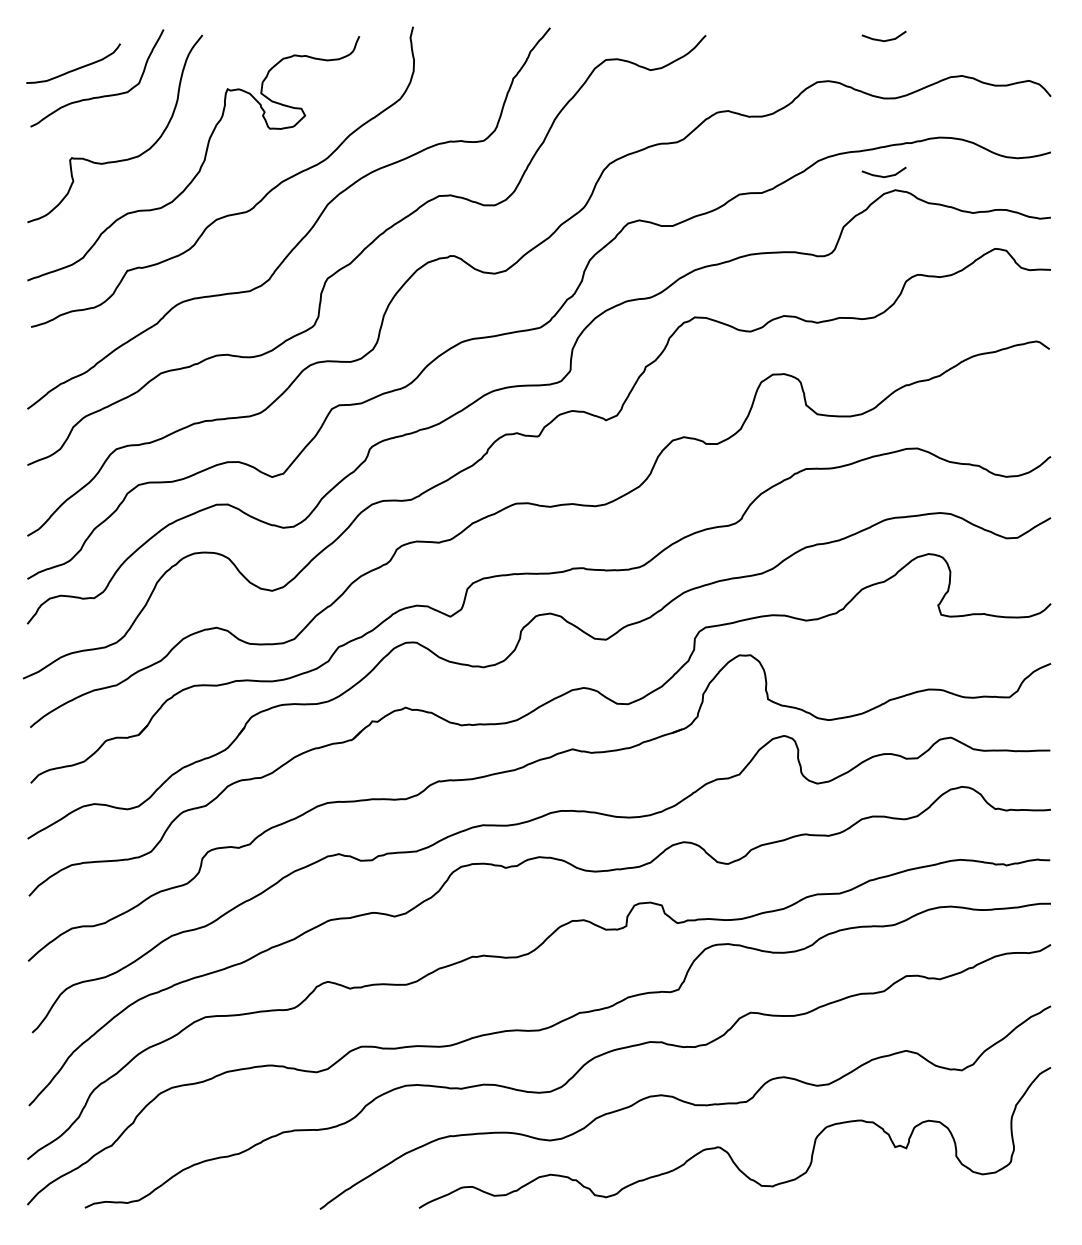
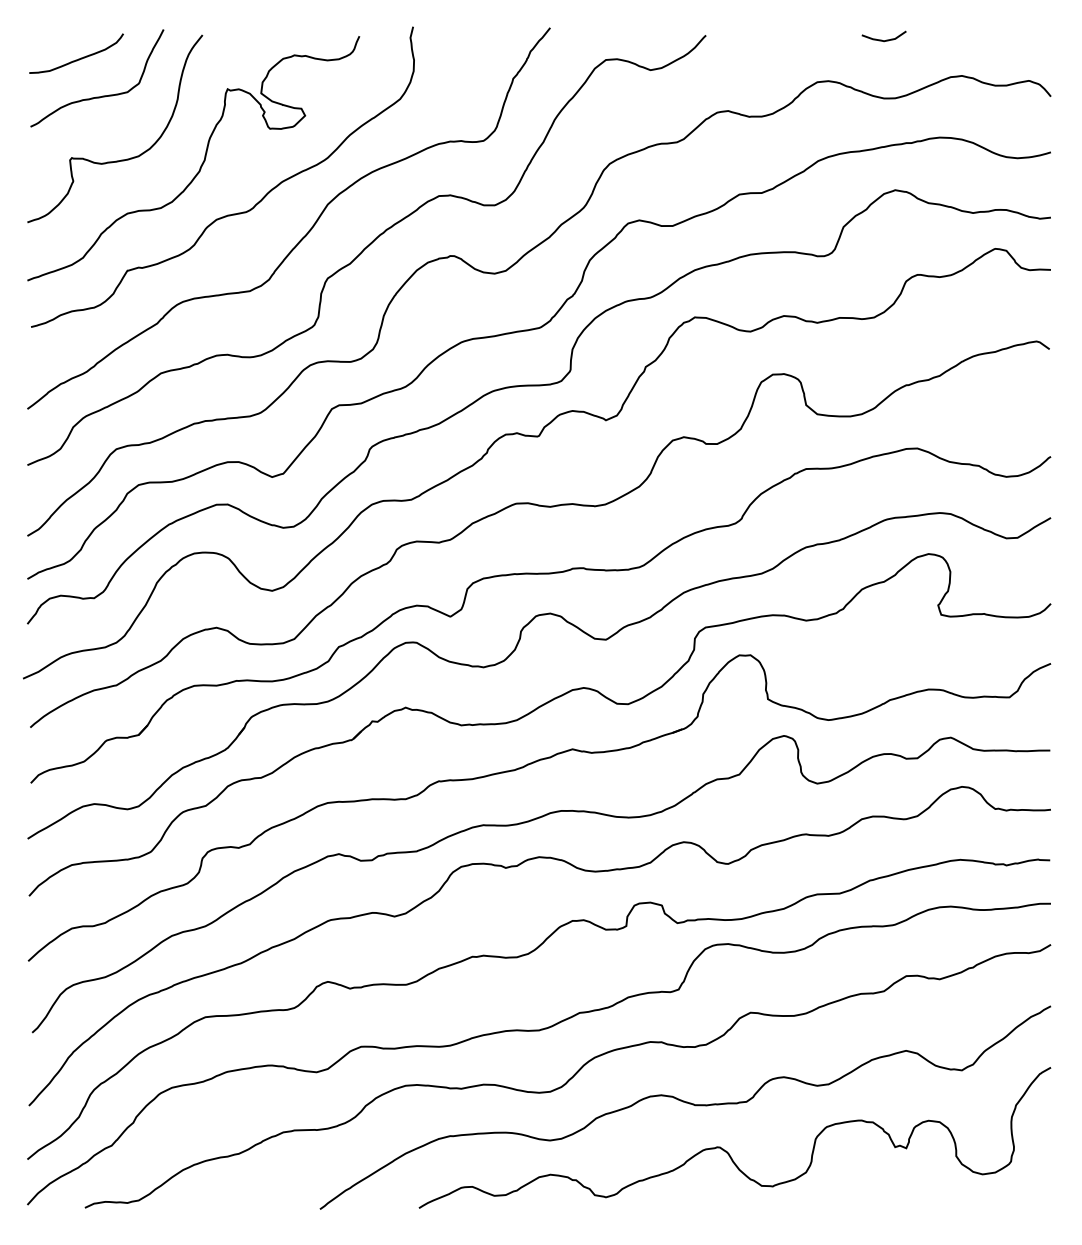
curve at (75, 68) position: (75, 68) -> (78, 58)
curve at (881, 175): present -> none
